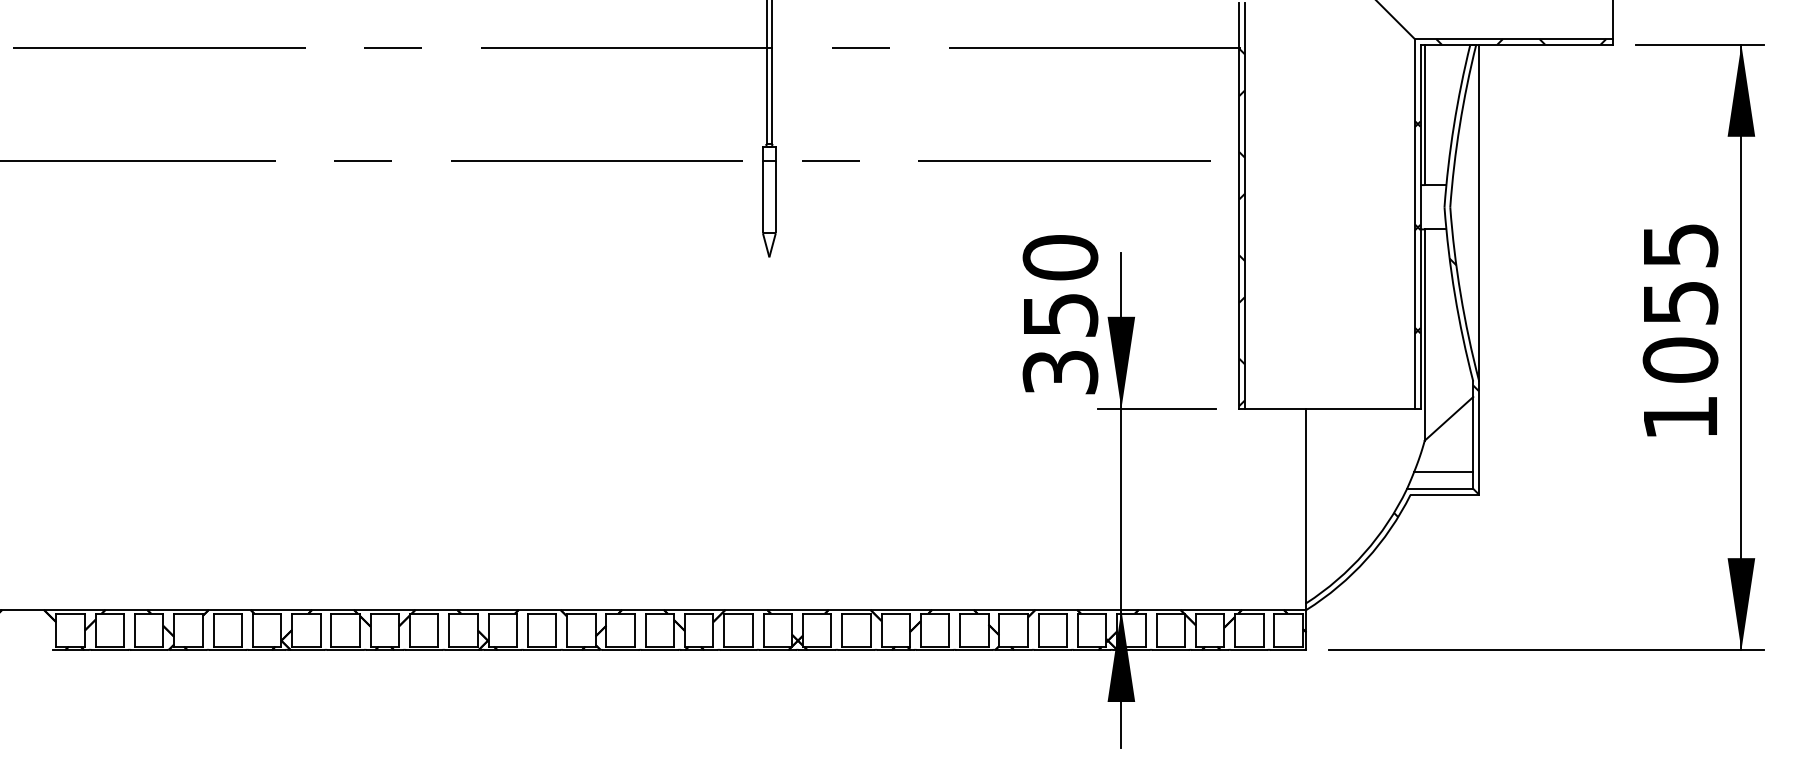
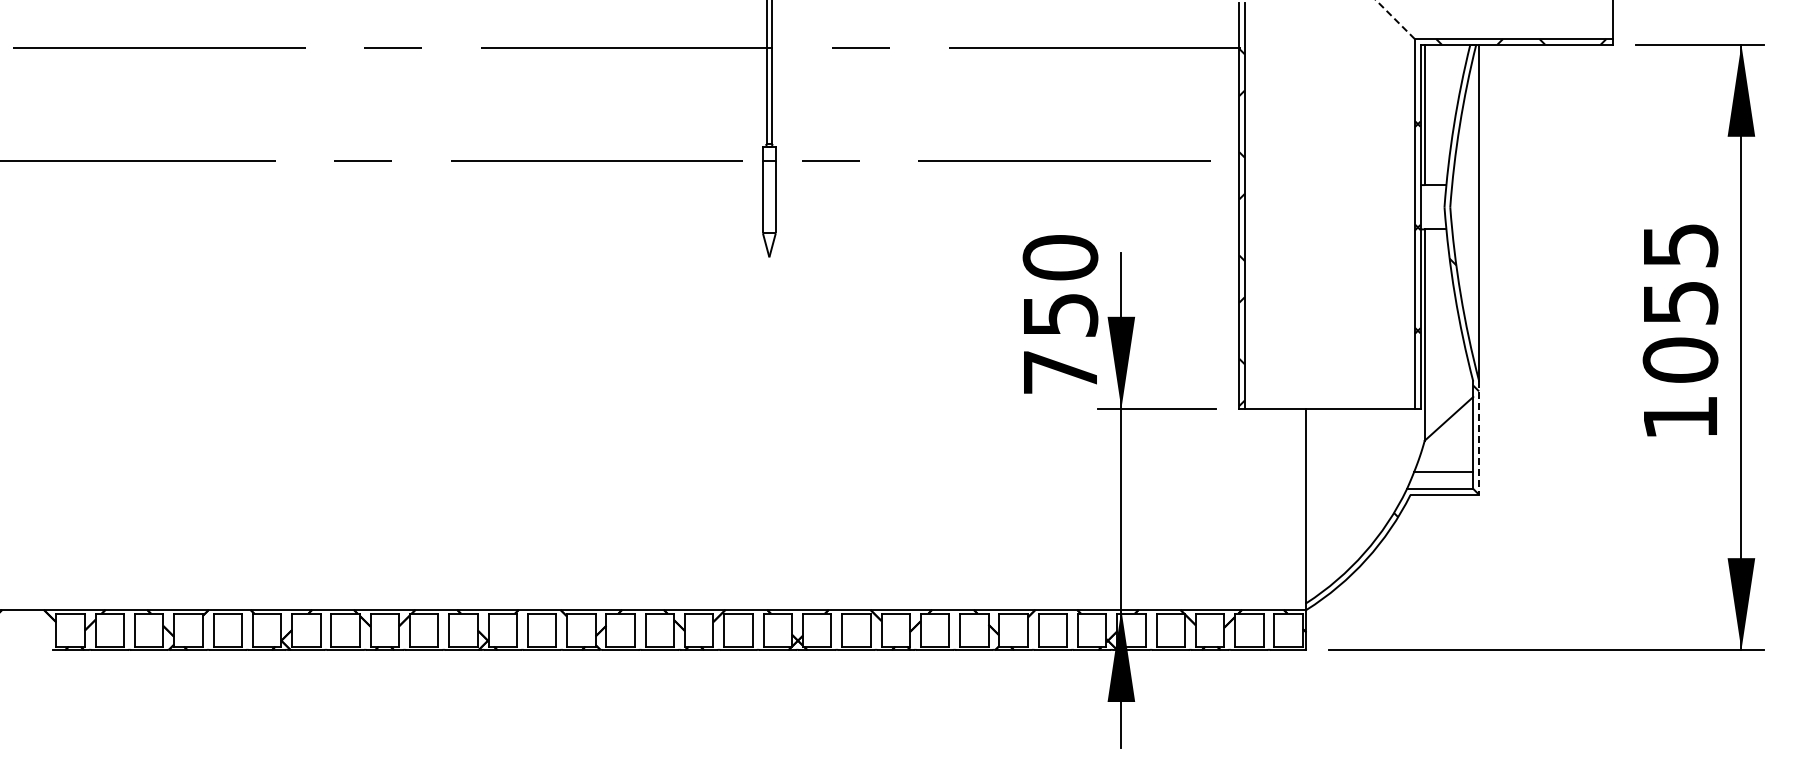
line at (1395, 19): solid -> dashed
text at (1060, 372): 350 -> 750
line at (1479, 438): solid -> dashed
